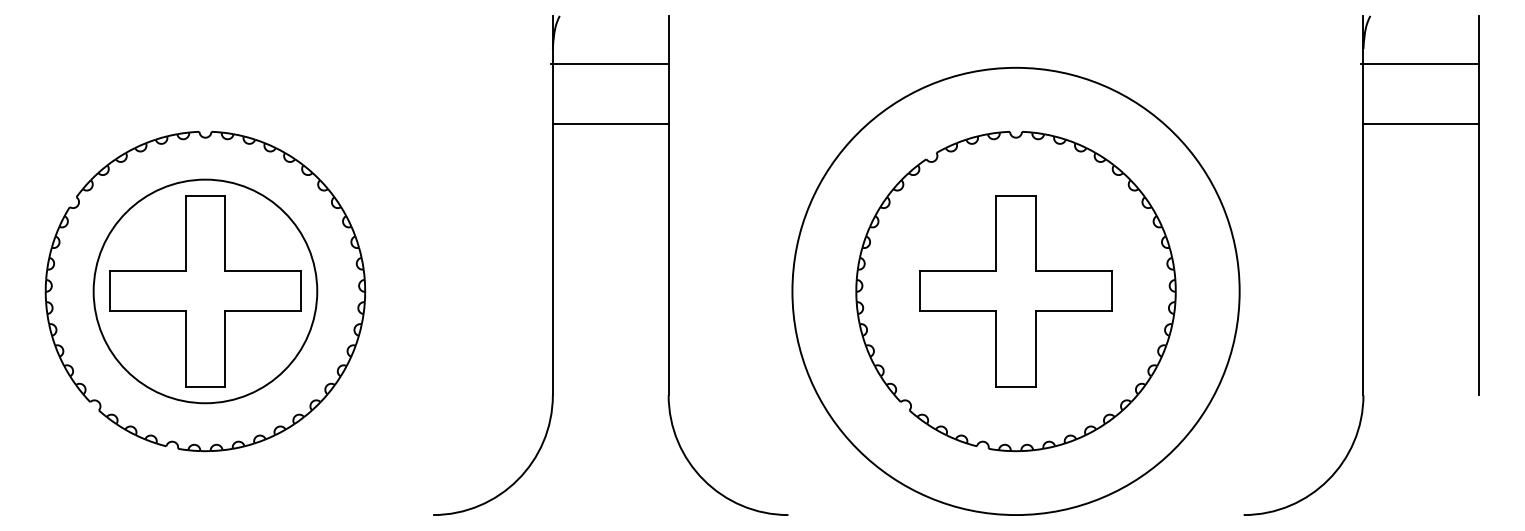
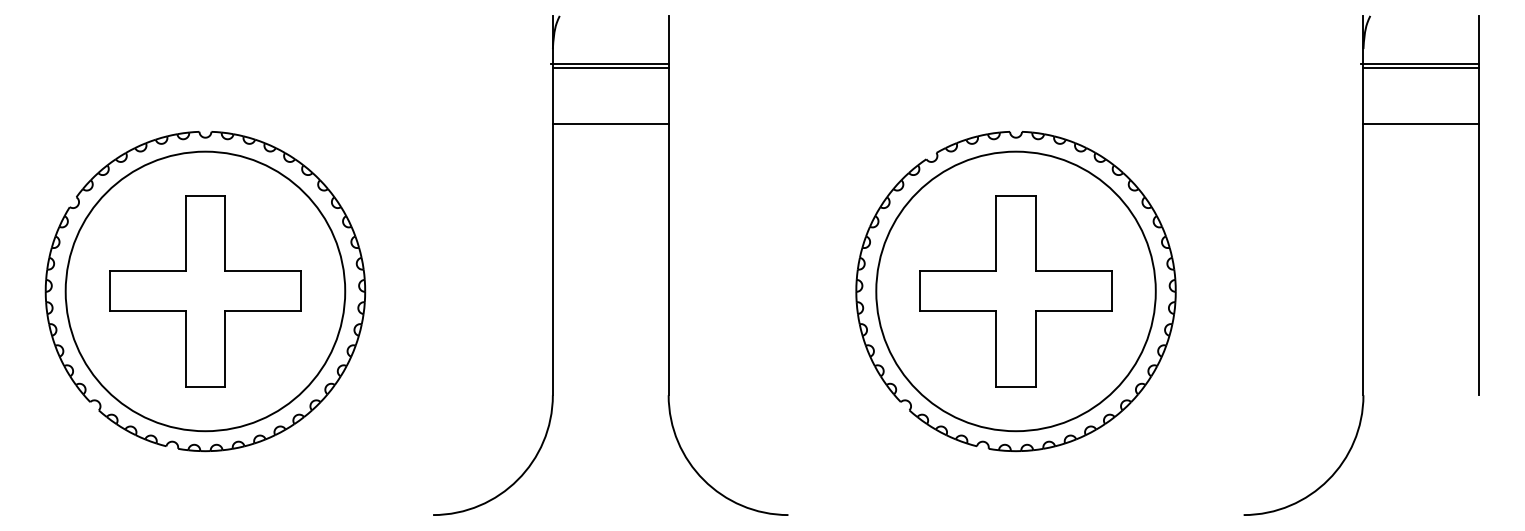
line at (610, 67): none -> present
line at (1421, 67): none -> present
circle at (205, 291) diameter: 224 px -> 280 px
circle at (1015, 291) diameter: 447 px -> 280 px
